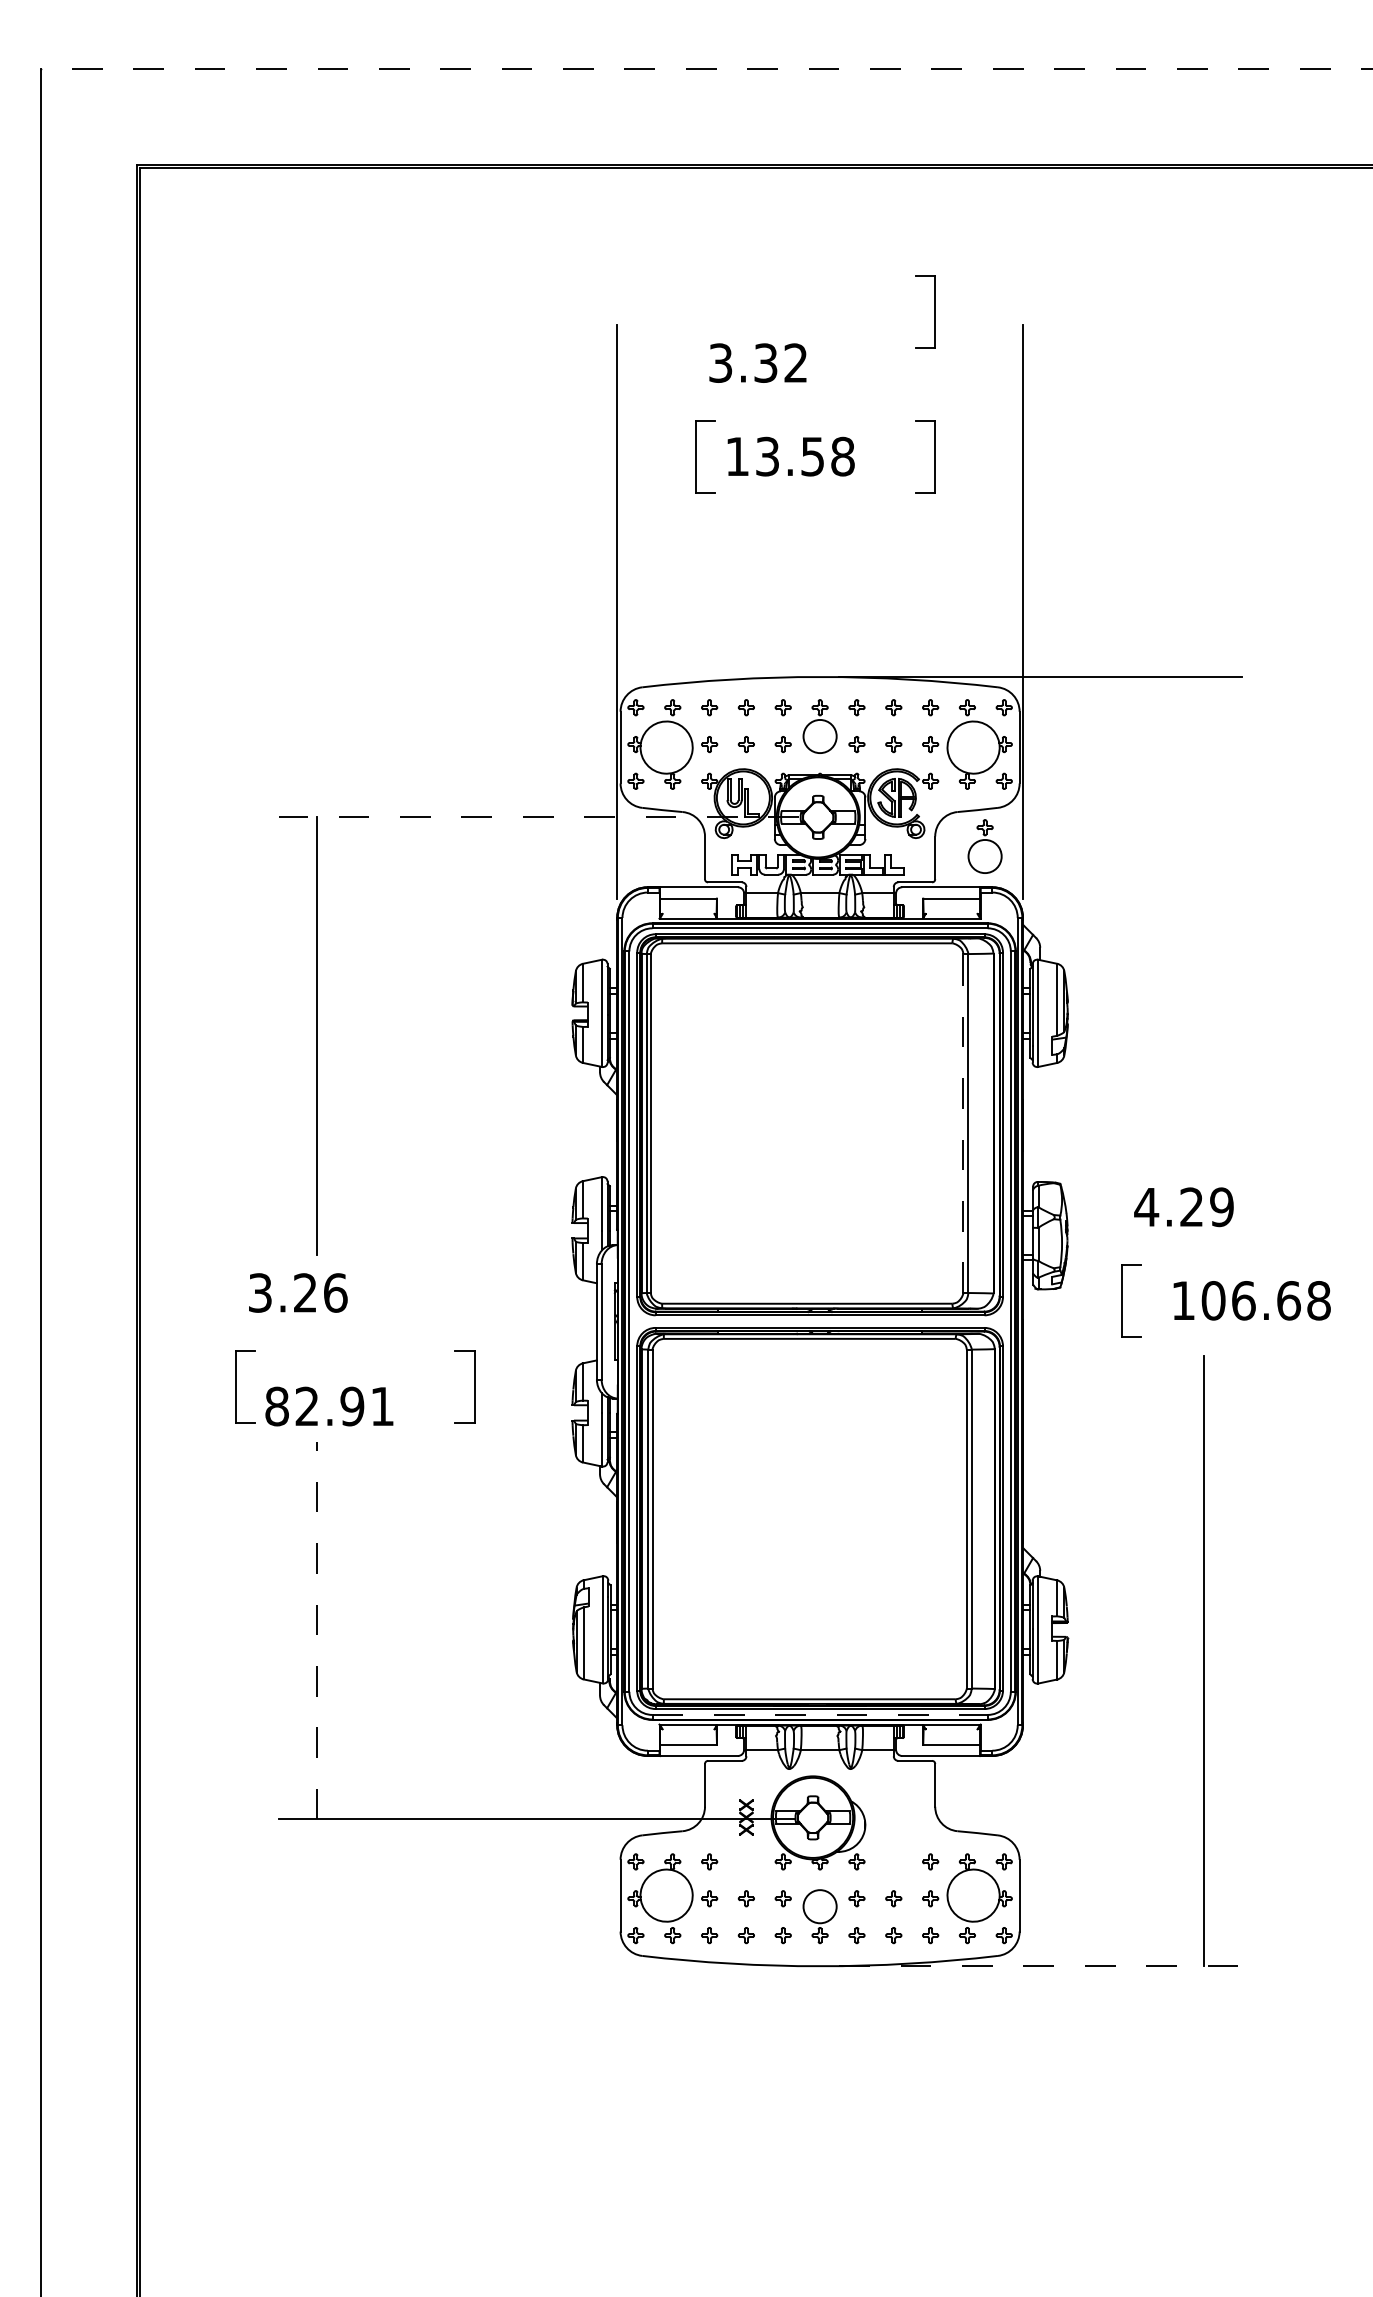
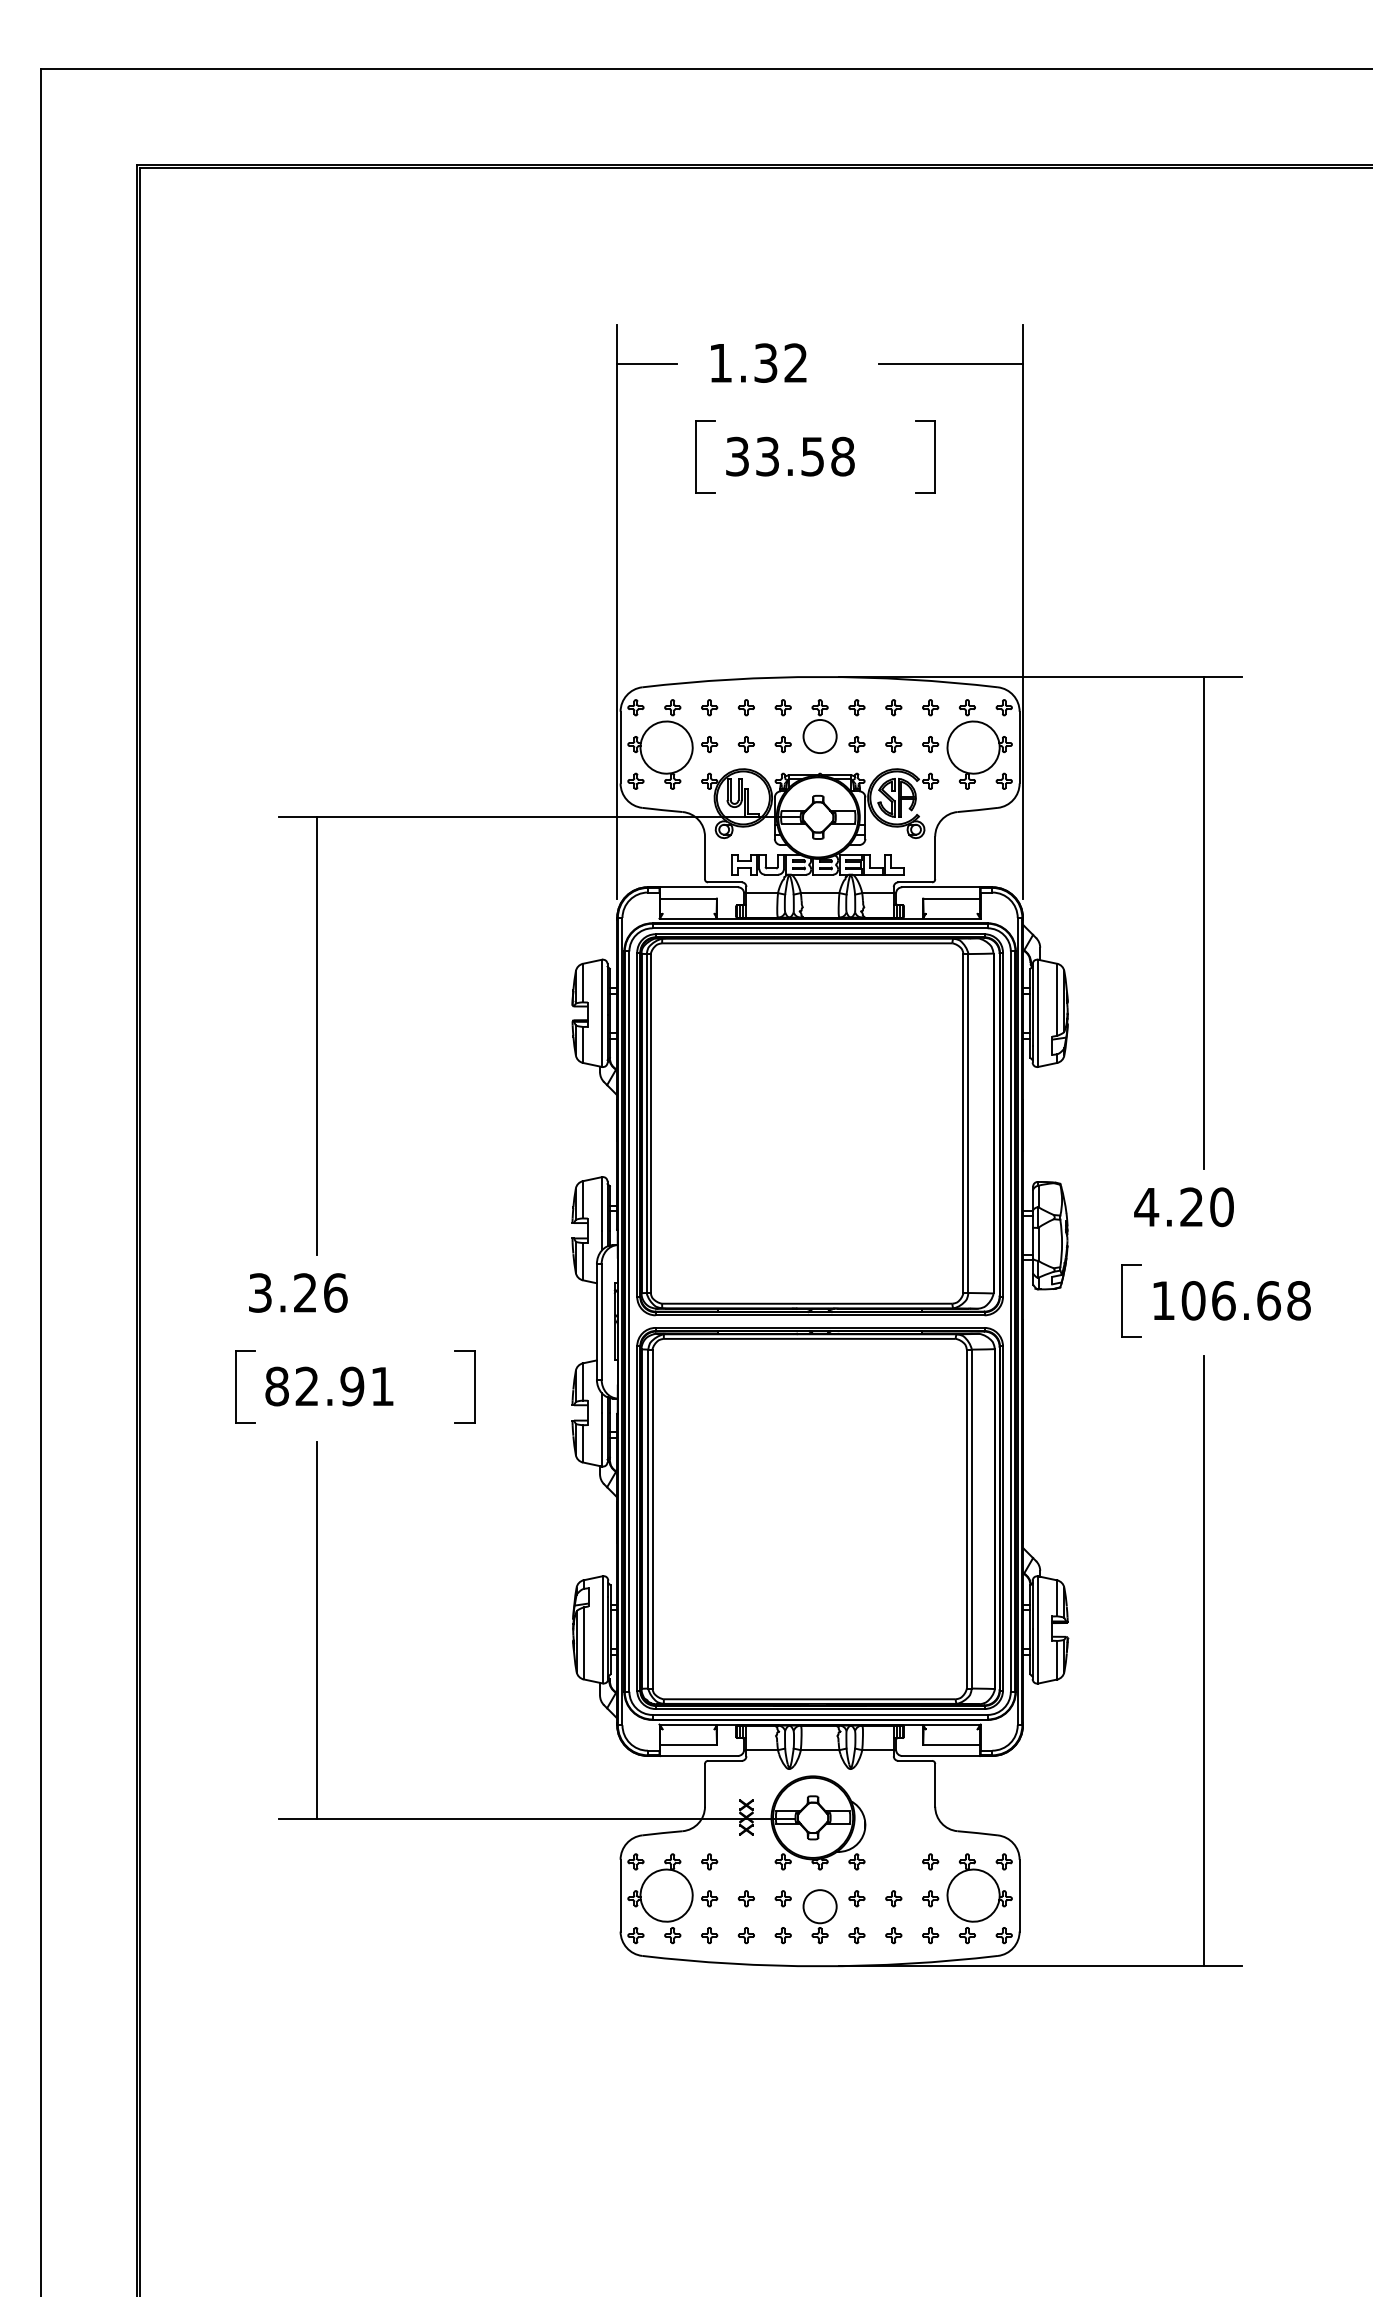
line at (706, 68): dashed -> solid
part at (934, 311): present -> none
text at (720, 362): 3.32 -> 1.32
line at (647, 363): none -> present
line at (950, 363): none -> present
text at (737, 456): 13.58 -> 33.58
line at (539, 817): dashed -> solid
part at (984, 846): present -> none
line at (1203, 923): none -> present
line at (963, 1123): dashed -> solid
text at (1221, 1207): 4.29 -> 4.20
text at (1251, 1300) position: (1251, 1300) -> (1231, 1300)
text at (329, 1406) position: (329, 1406) -> (329, 1386)
line at (317, 1630): dashed -> solid
line at (820, 1714): dashed -> solid
line at (1041, 1966): dashed -> solid
